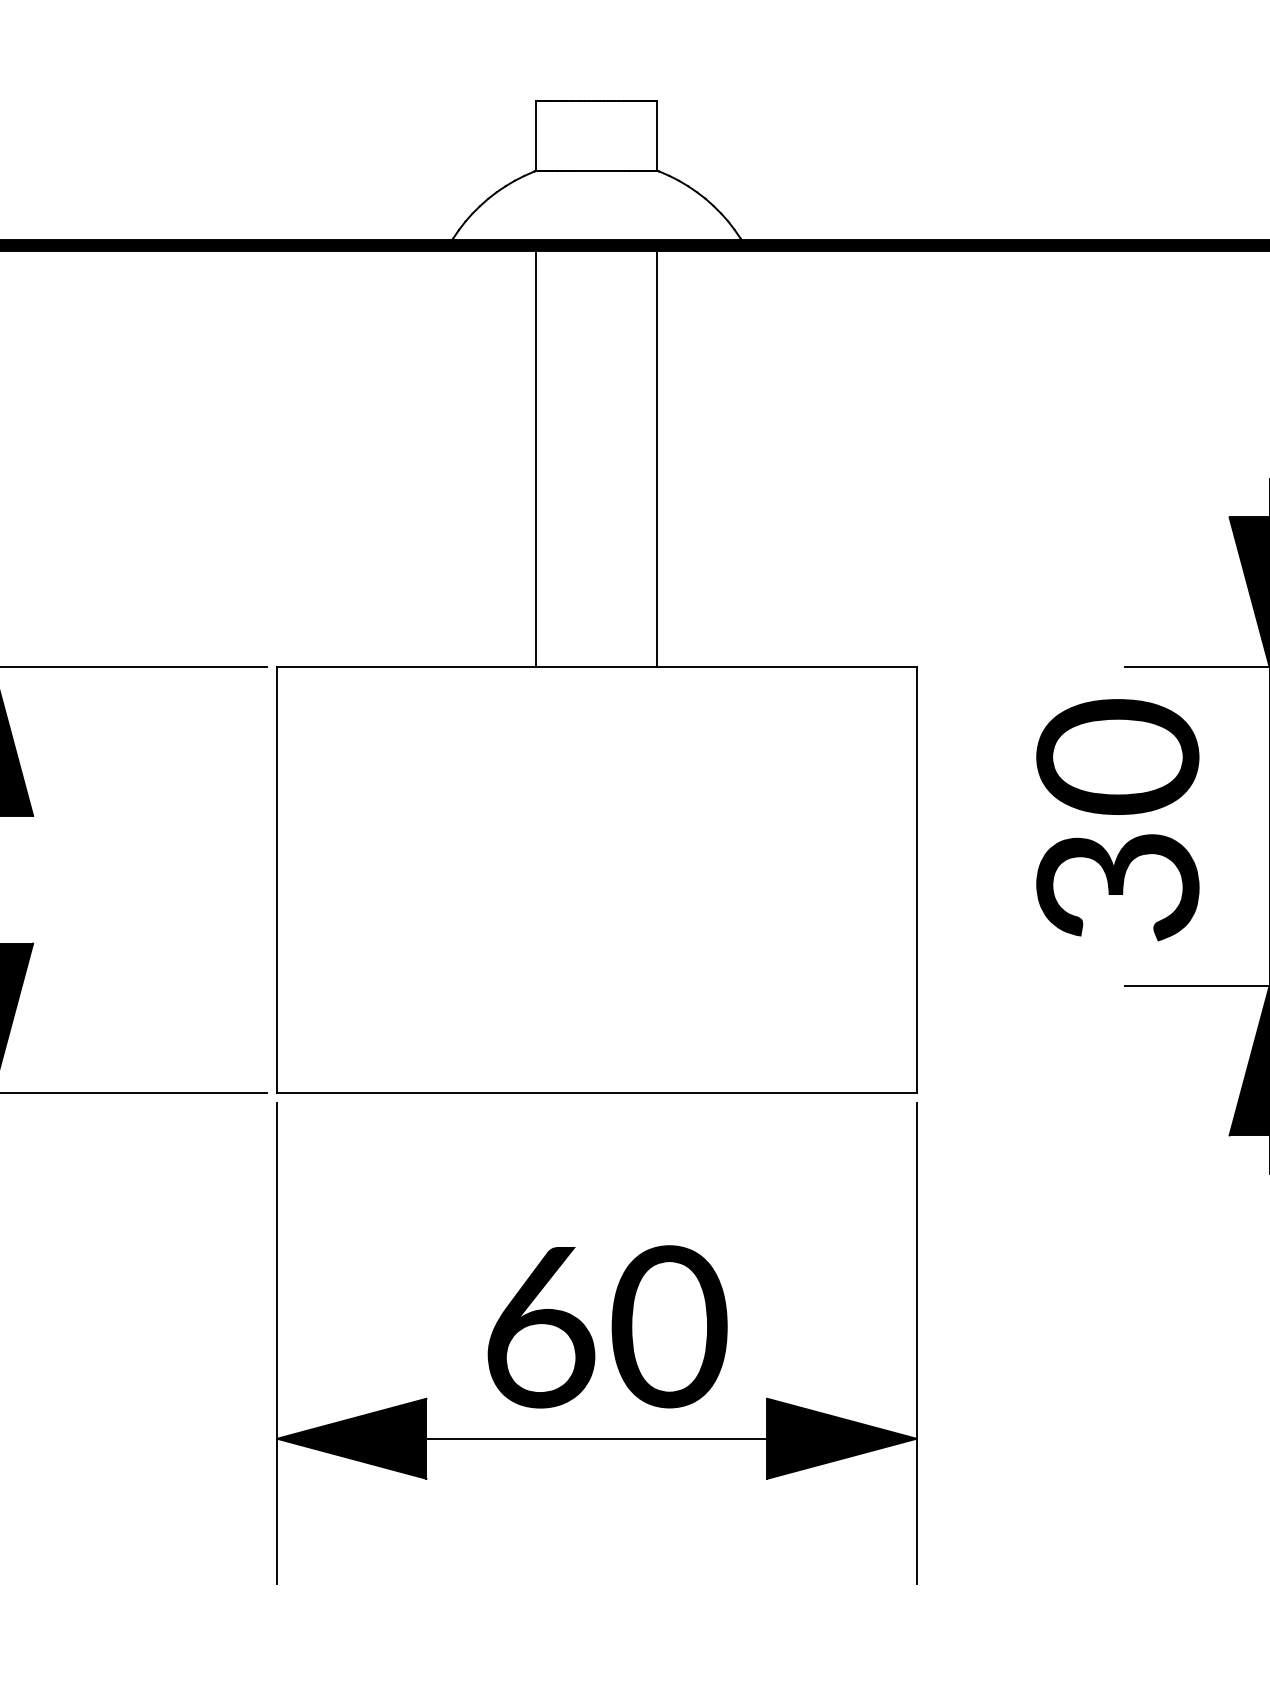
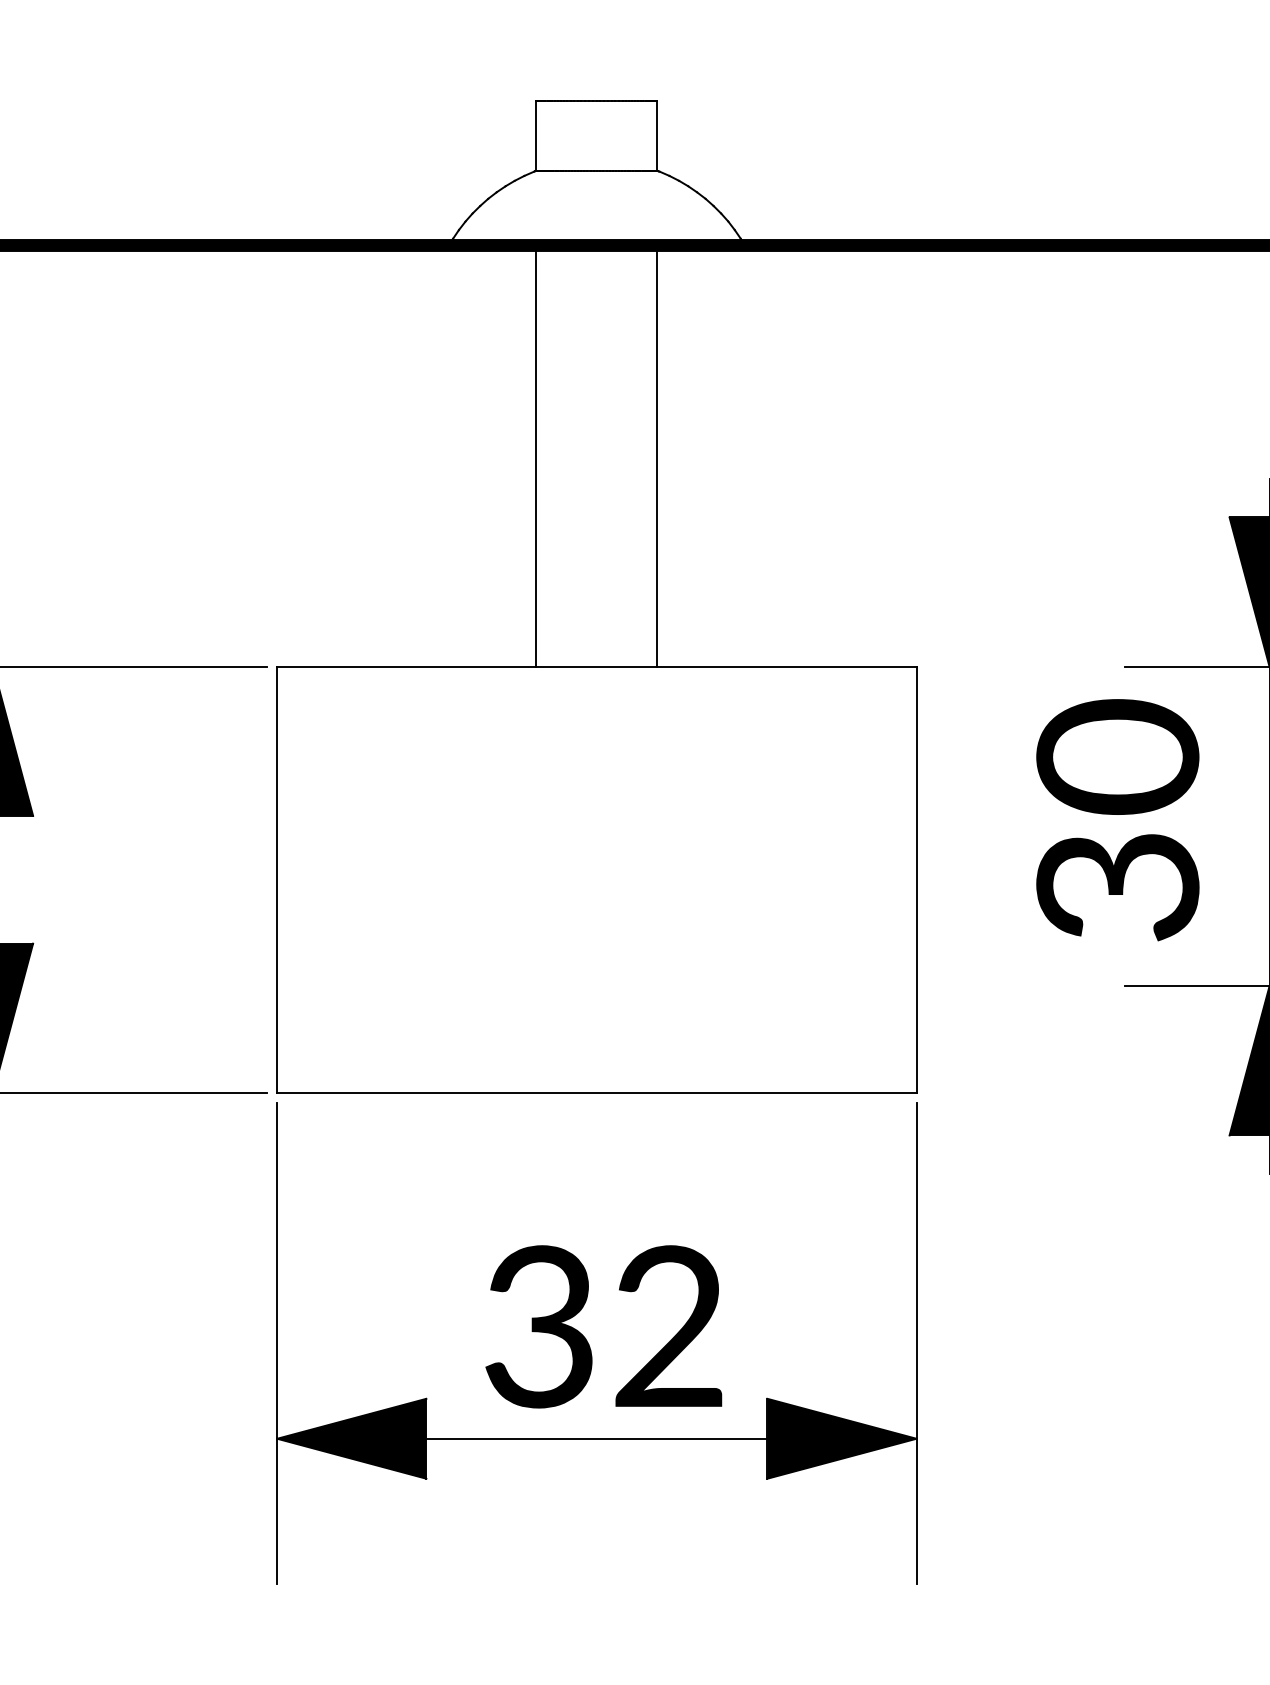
text at (606, 1326): 60 -> 32
